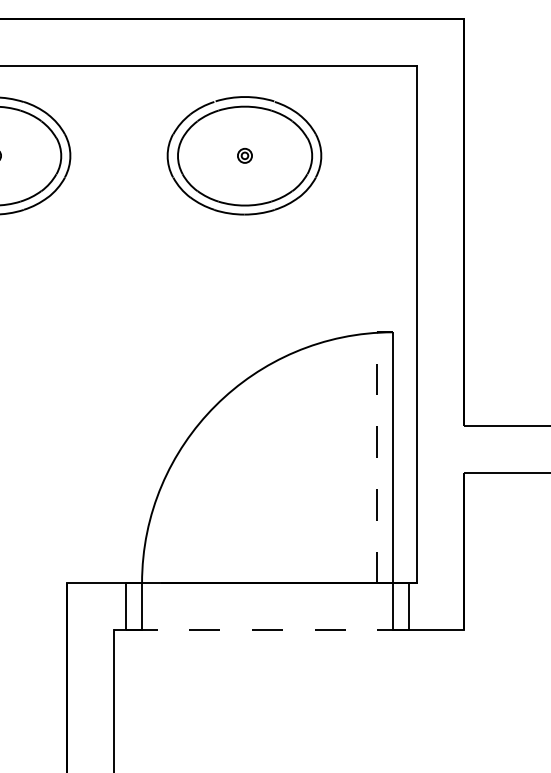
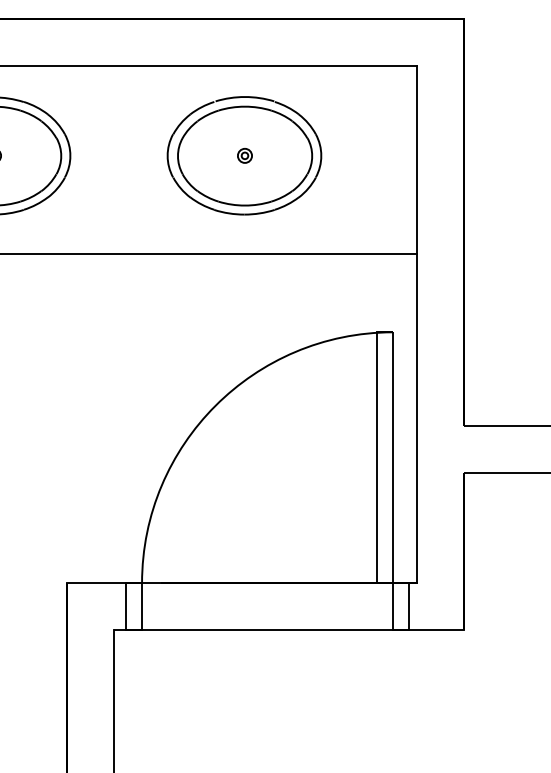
line at (209, 253): none -> present
line at (377, 449): dashed -> solid
line at (267, 630): dashed -> solid
